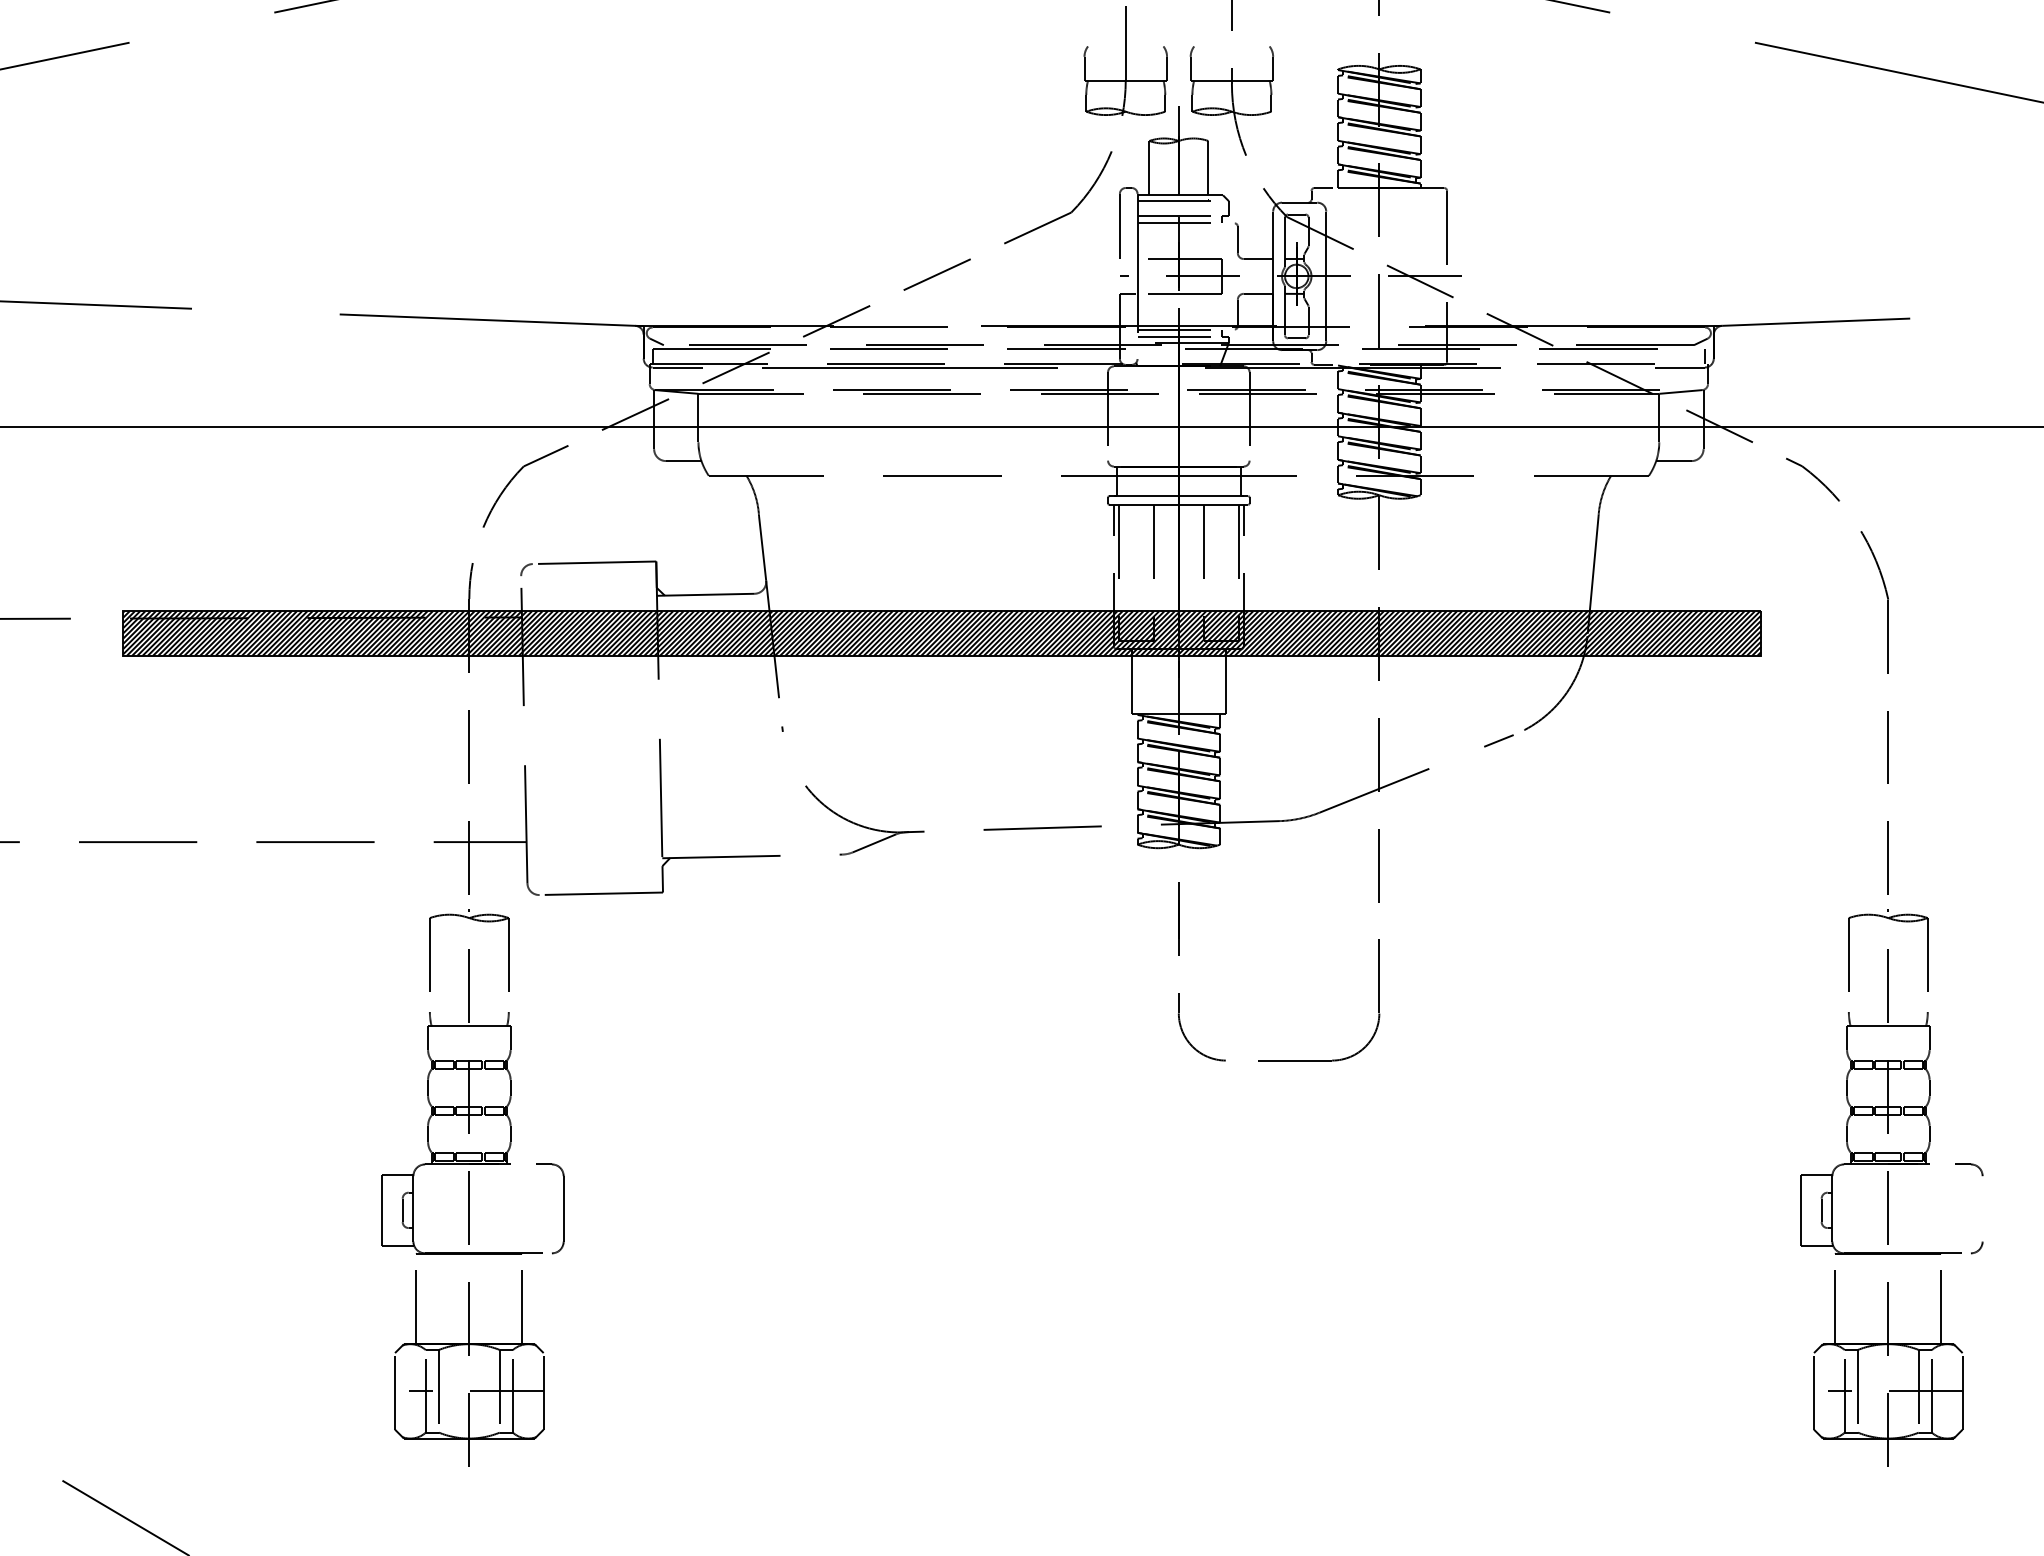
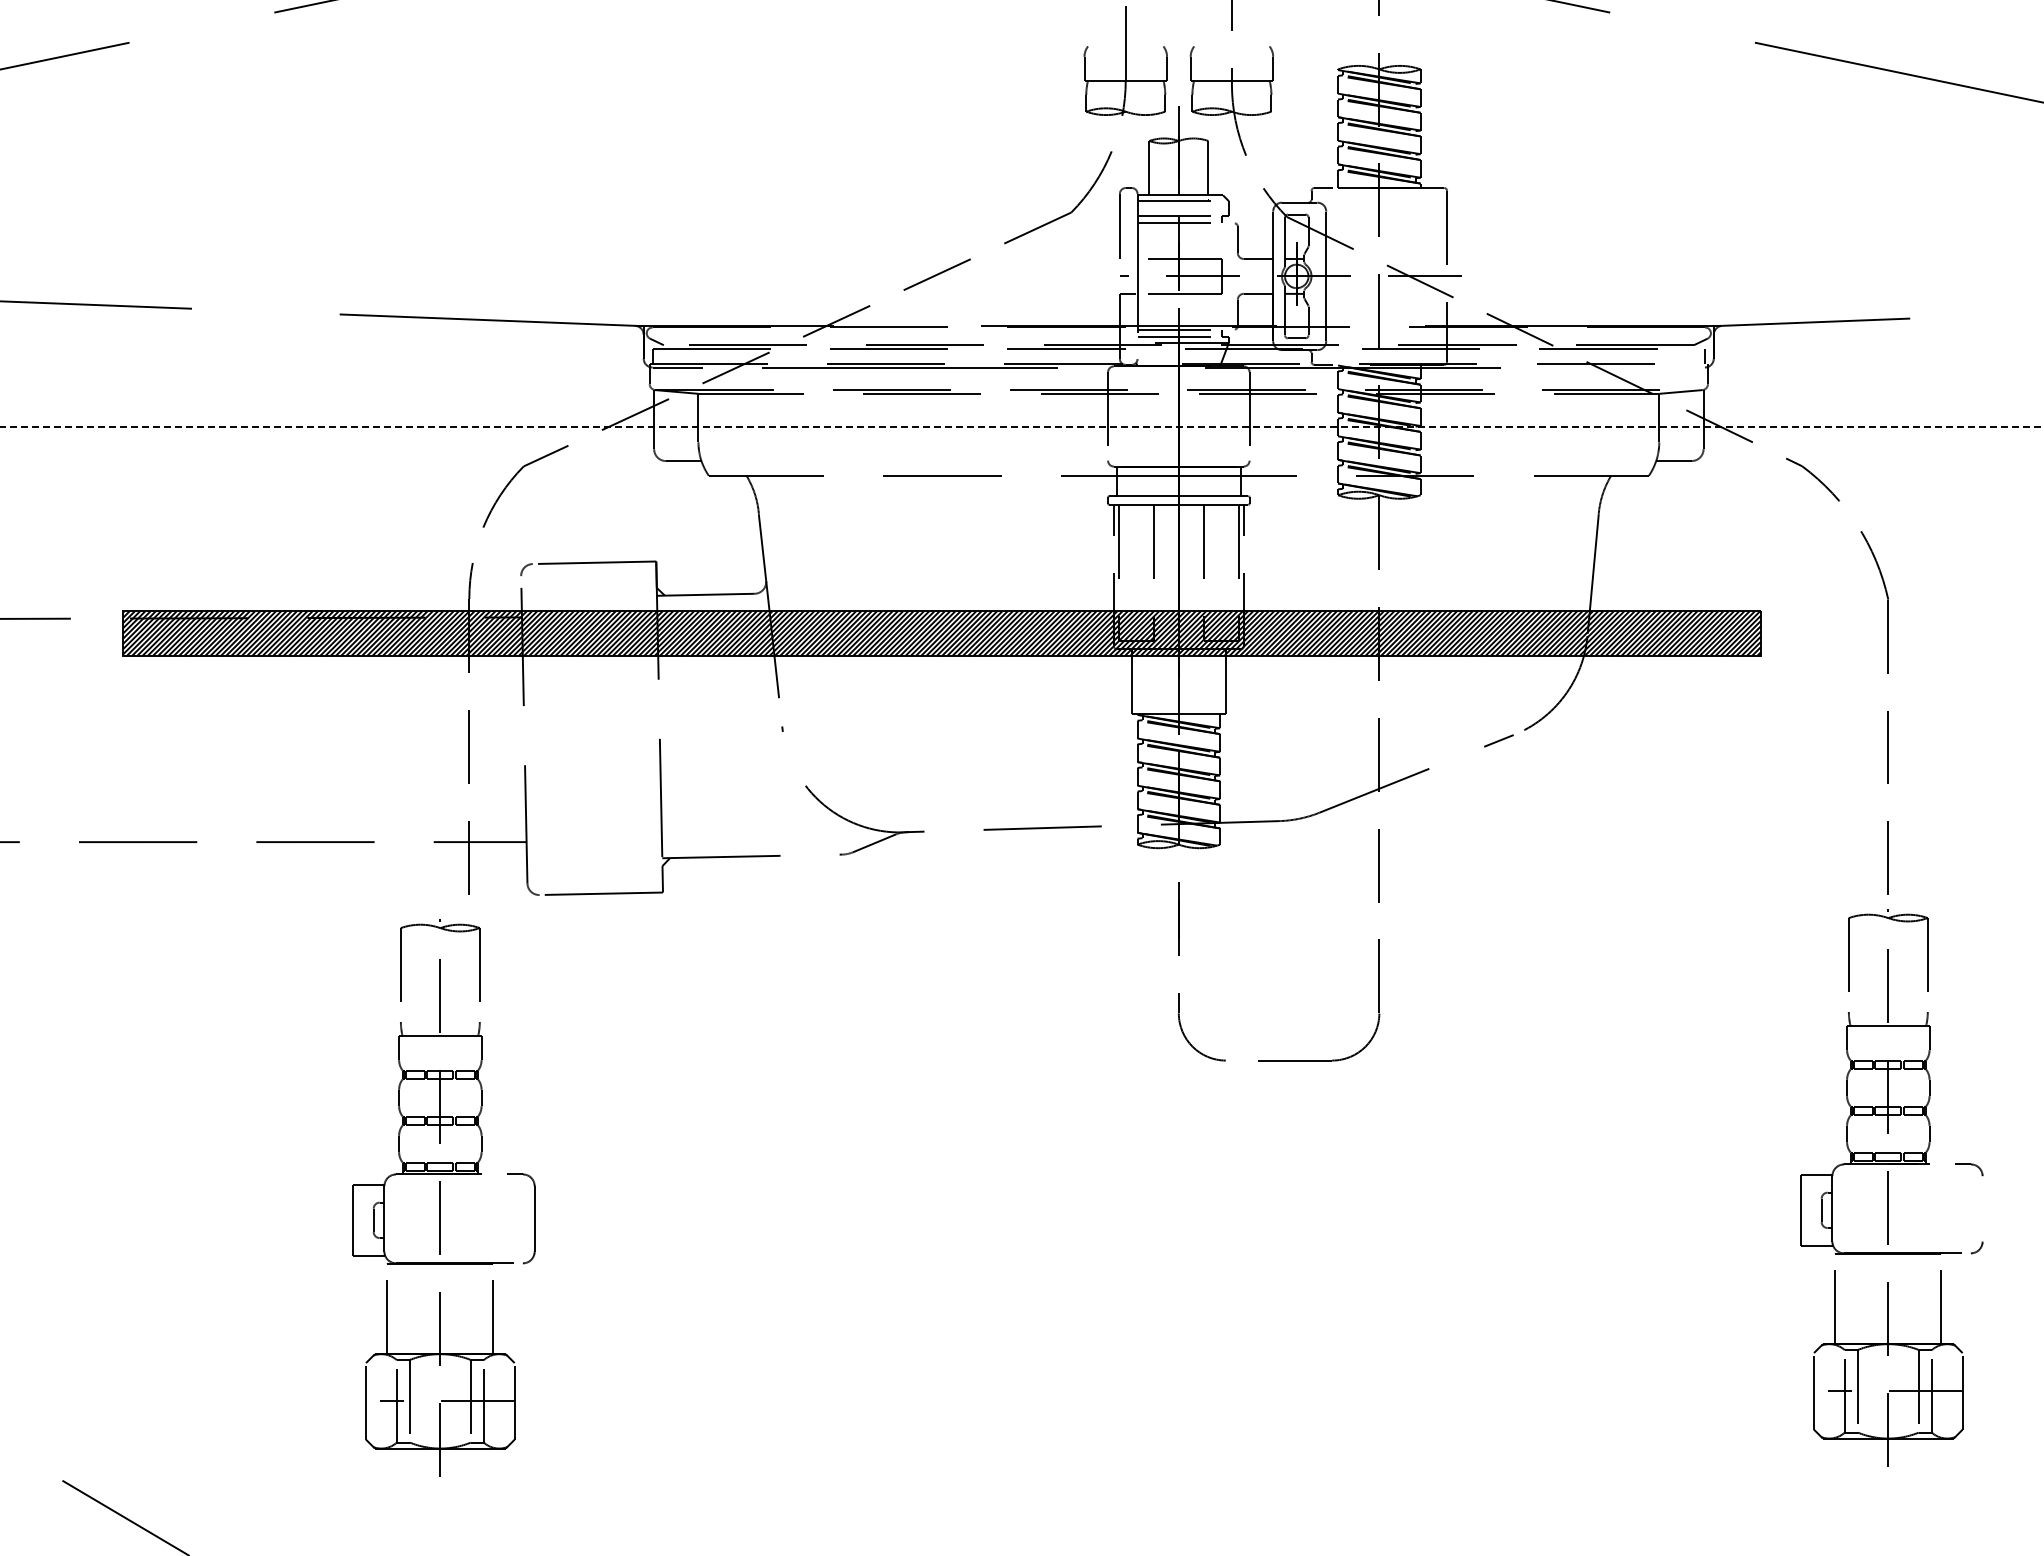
line at (1679, 367): present -> none
line at (1021, 426): solid -> dashed
part at (472, 1187) position: (472, 1187) -> (443, 1197)
